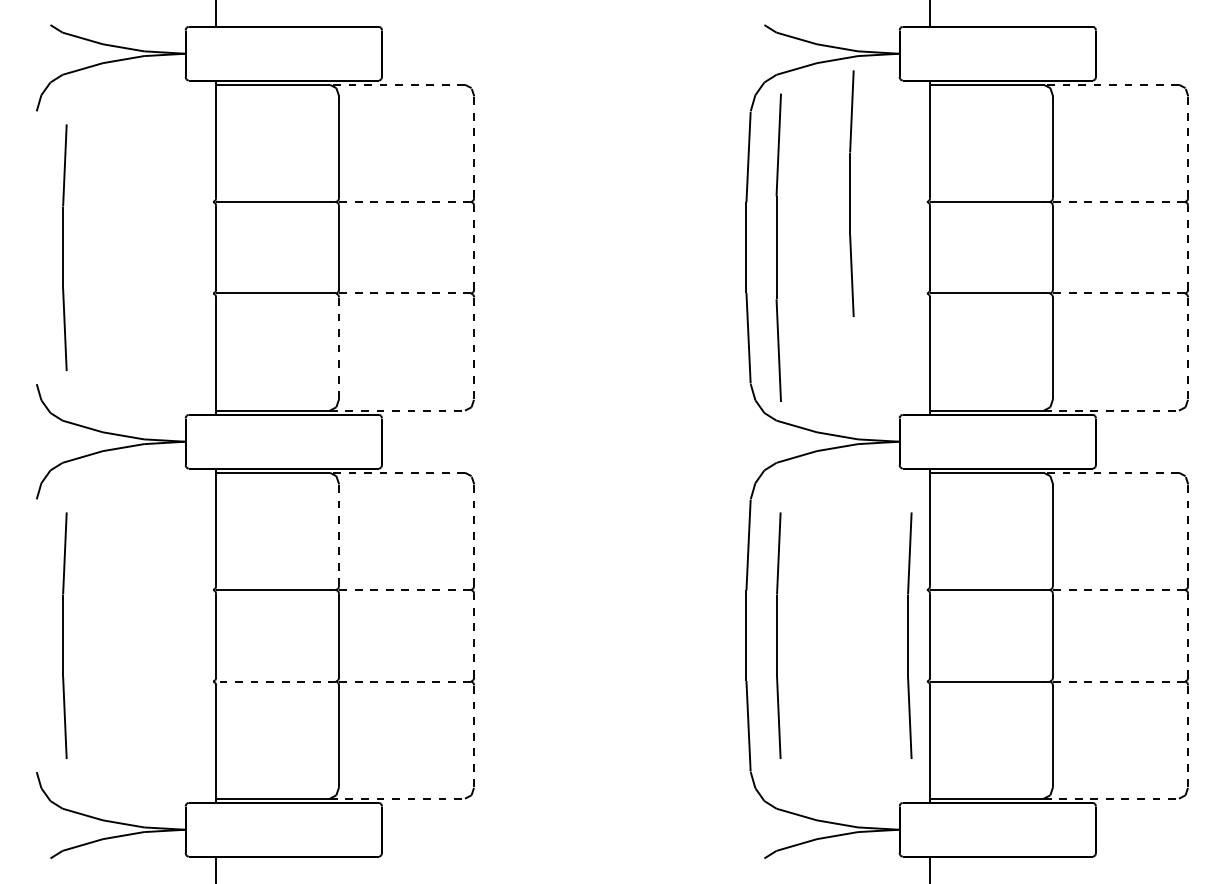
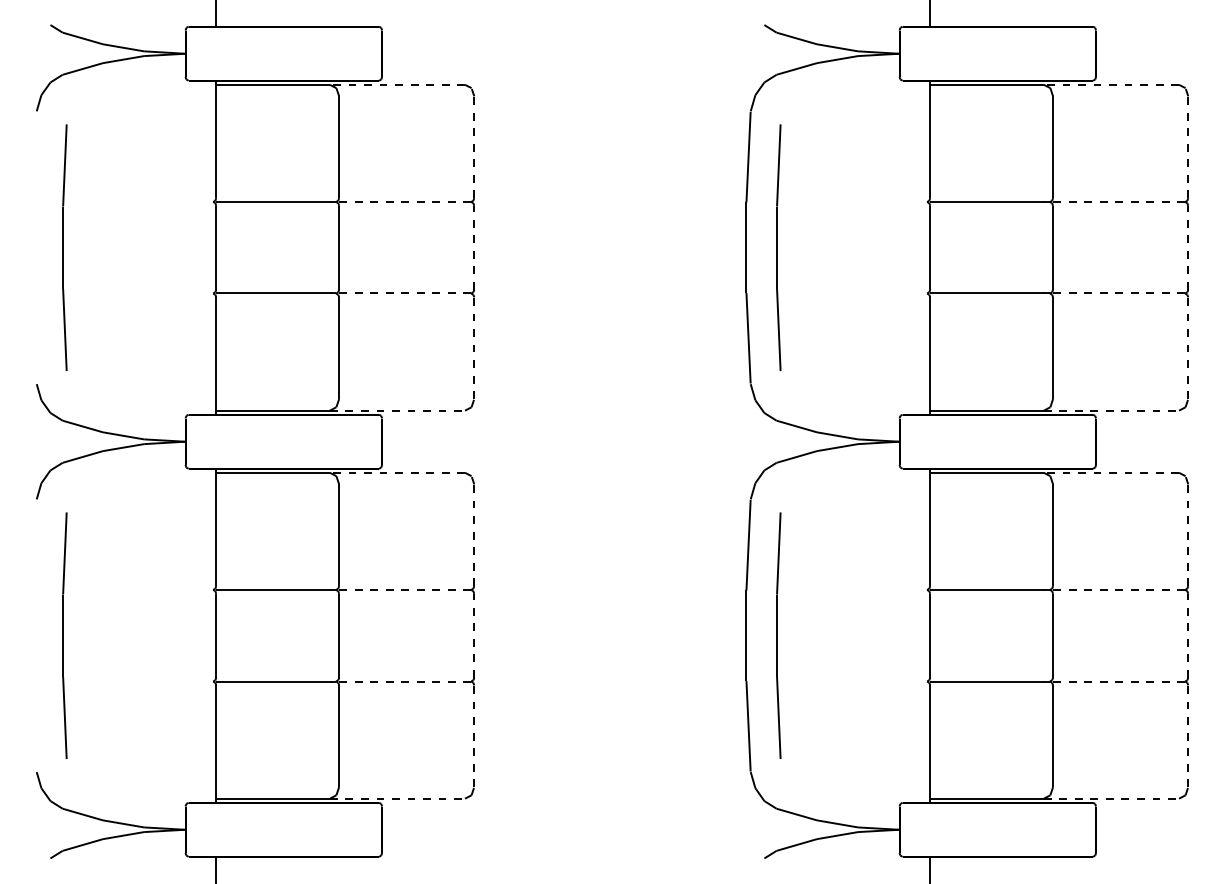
part at (851, 193): present -> none
part at (778, 247) size: 7x309 px -> 6x247 px
line at (339, 348): dashed -> solid
line at (339, 535): dashed -> solid
part at (909, 635): present -> none
line at (276, 681): dashed -> solid
